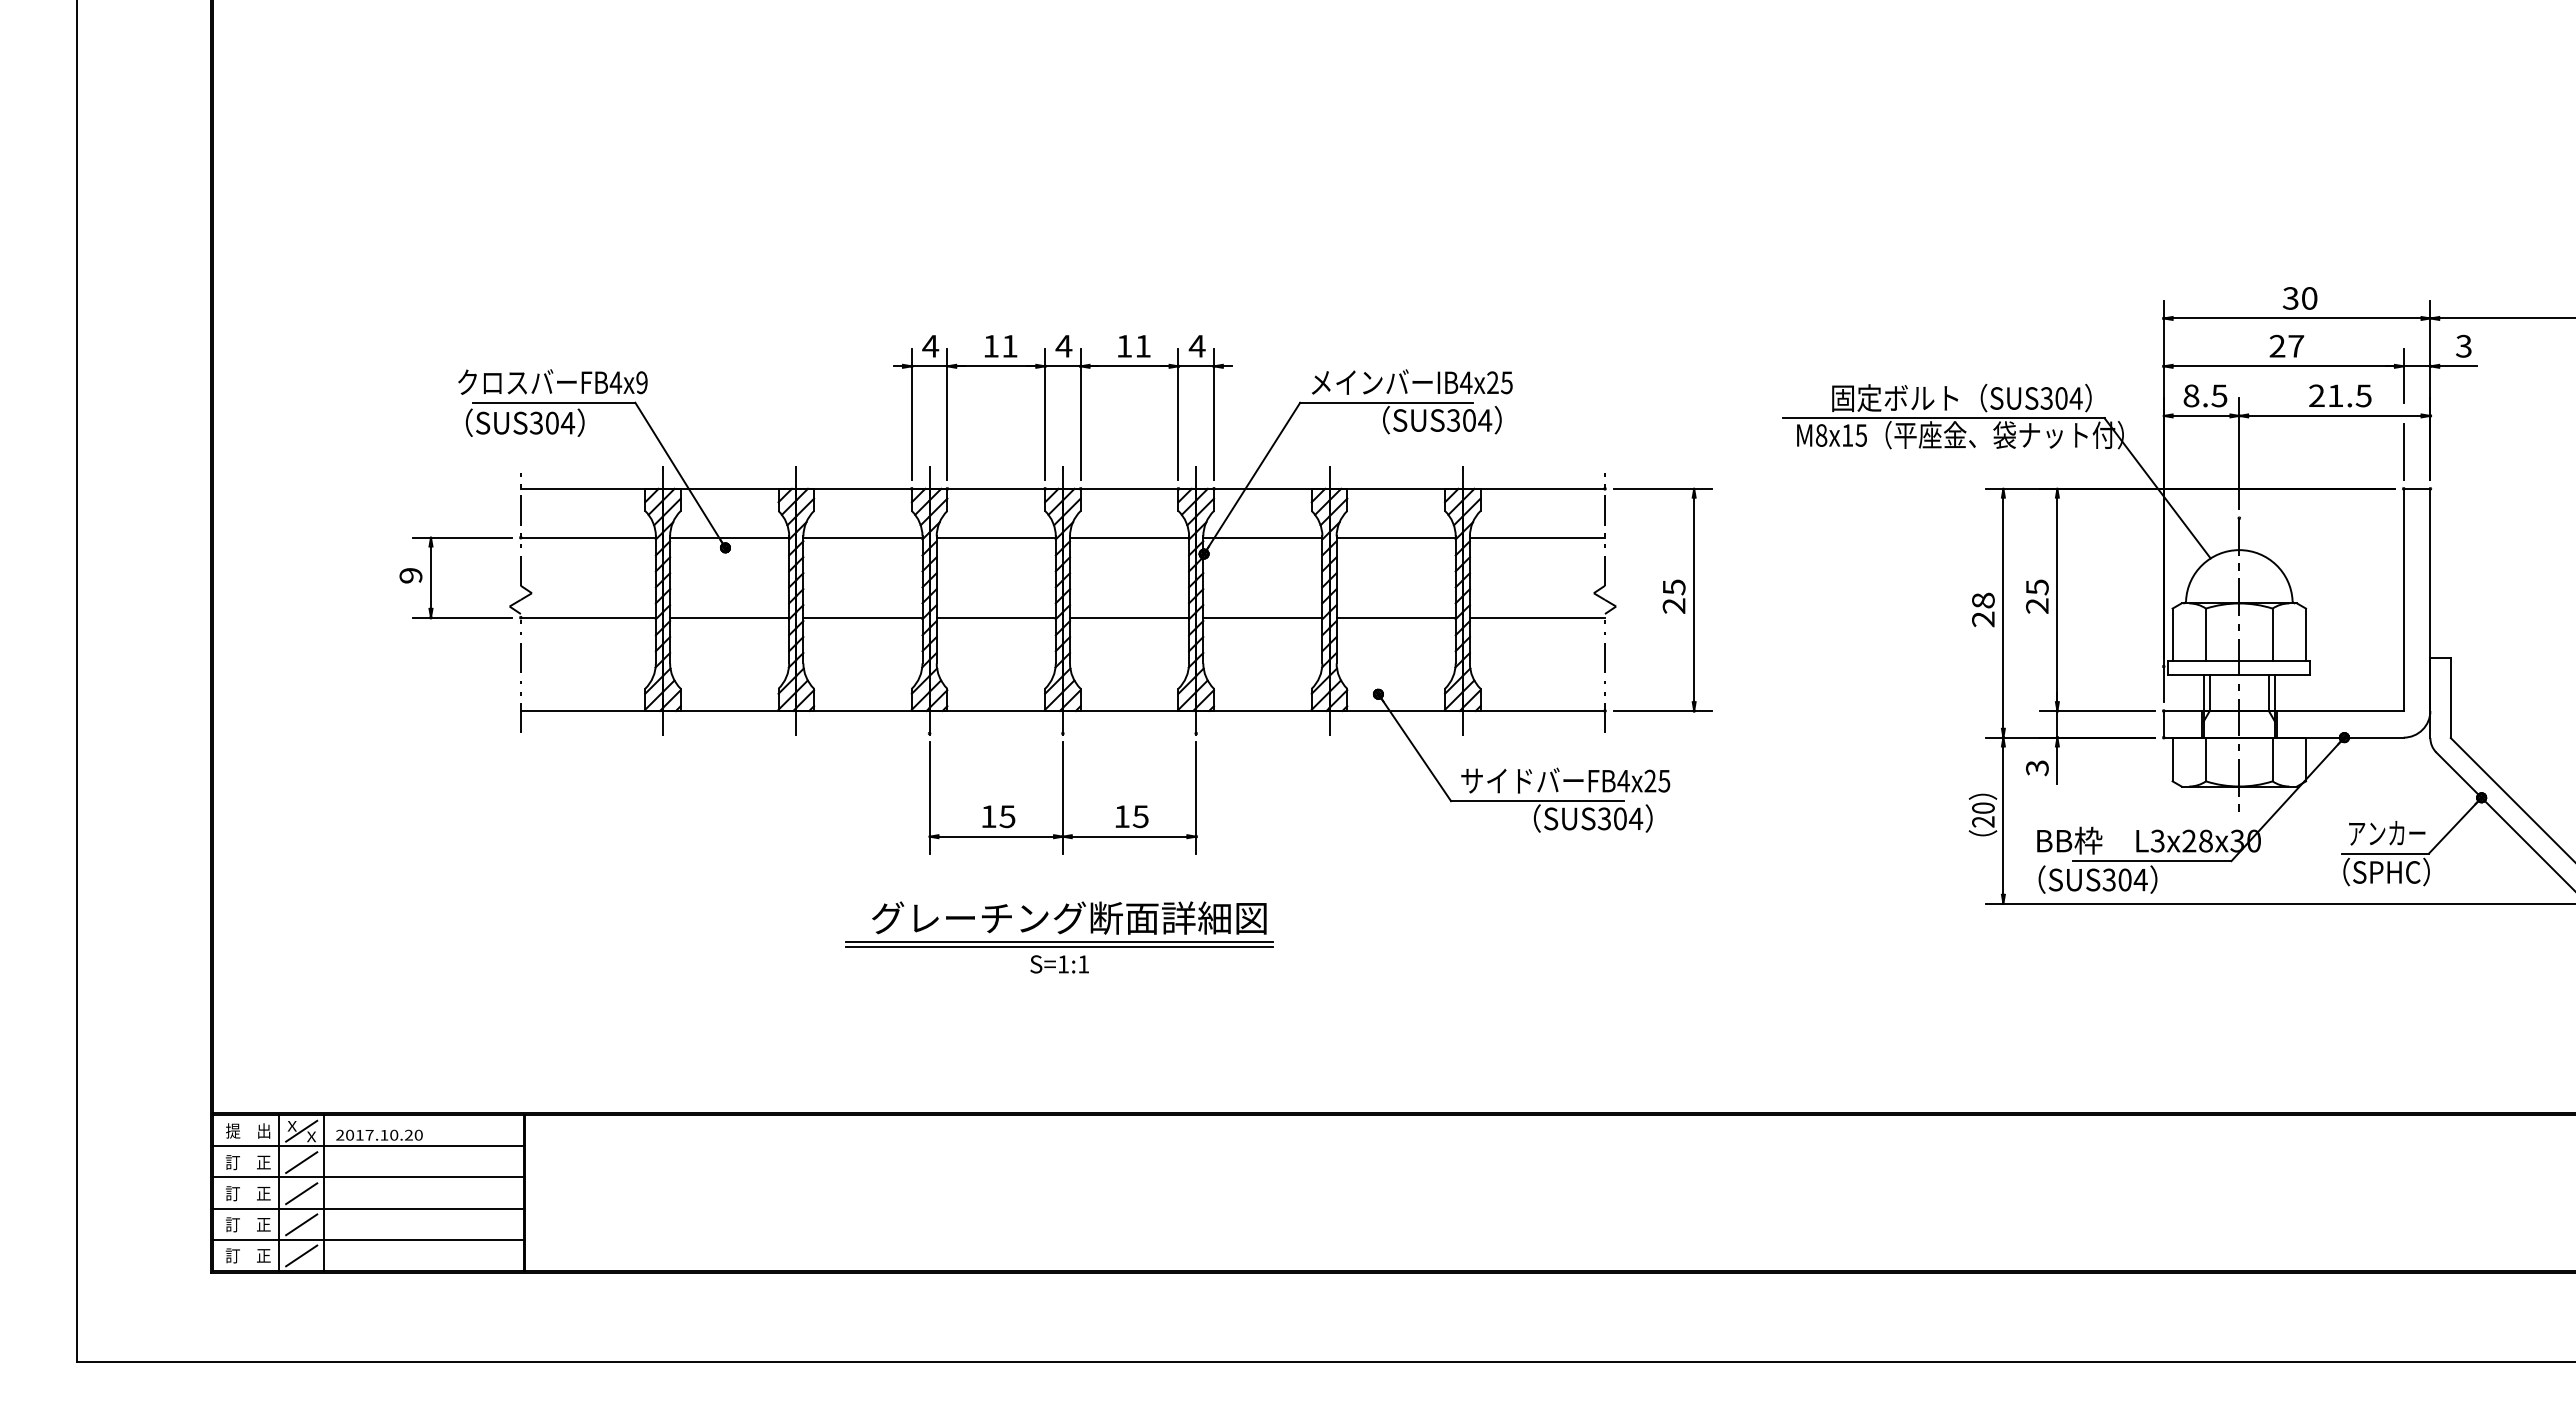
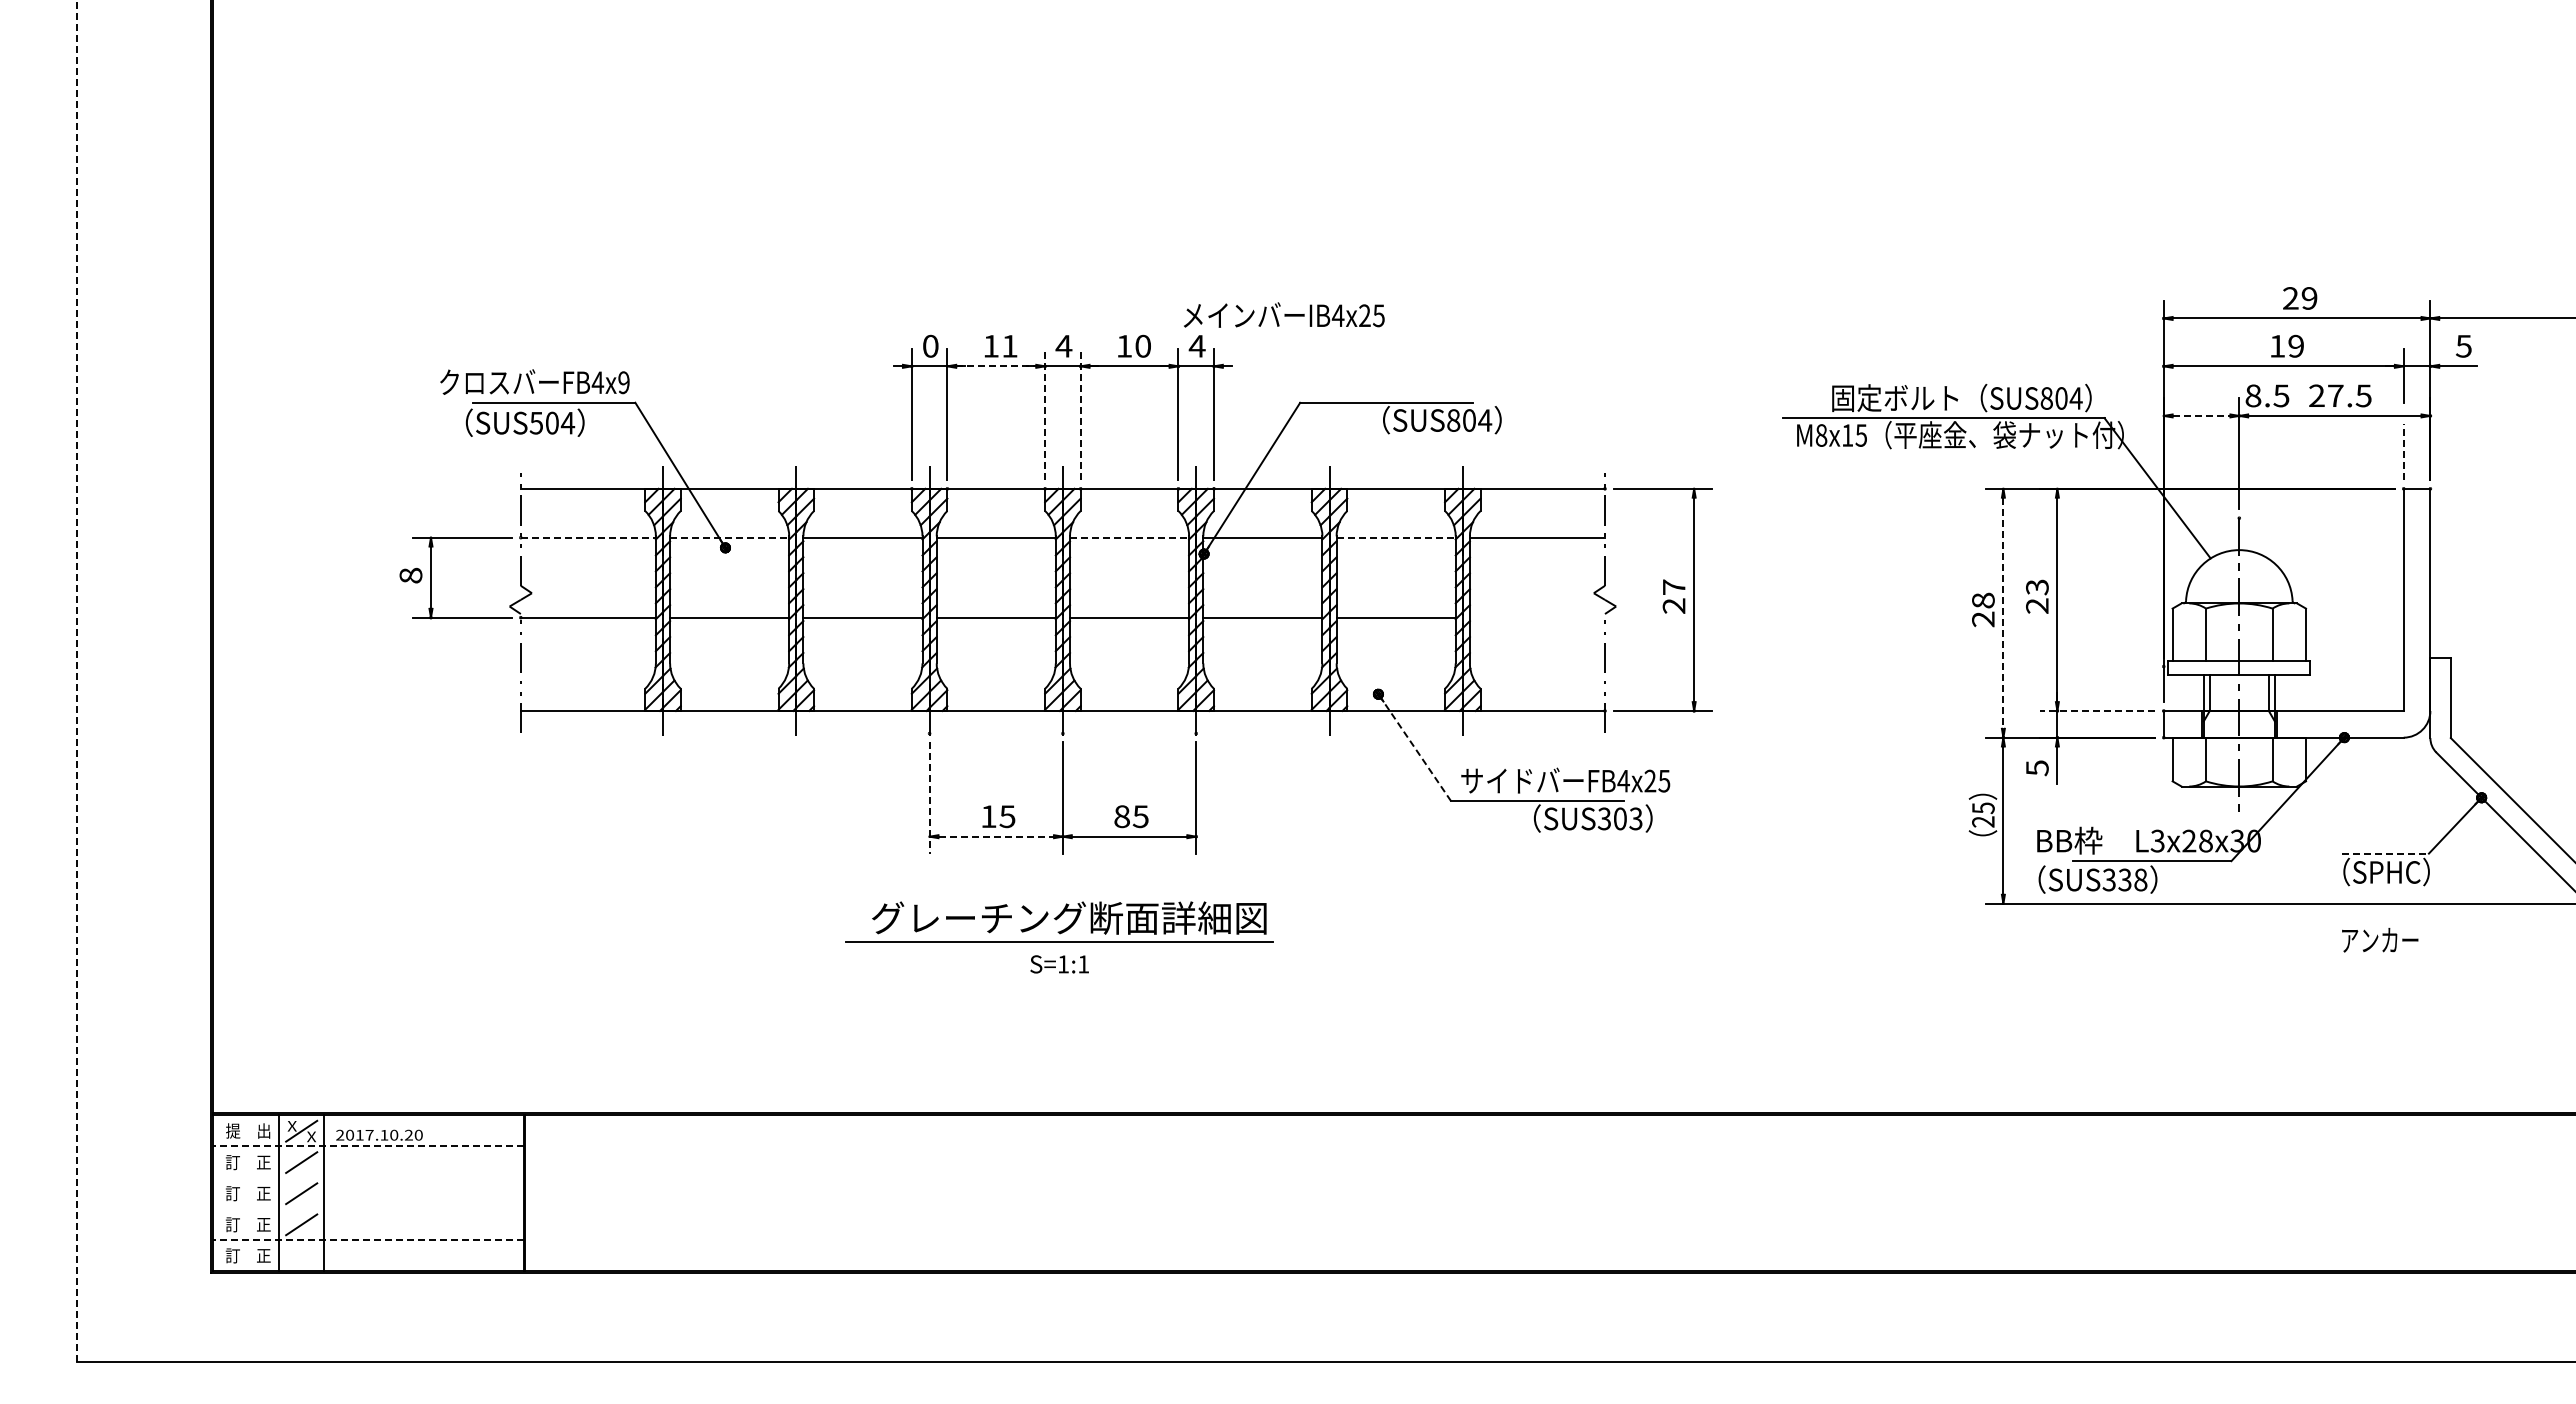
text at (2299, 298): 30 -> 29
text at (930, 345): 4 -> 0
text at (1142, 345): 11 -> 10
text at (2286, 345): 27 -> 19
text at (2463, 345): 3 -> 5
line at (996, 366): solid -> dashed
text at (552, 381) position: (552, 381) -> (534, 381)
text at (1412, 381) position: (1412, 381) -> (1284, 314)
text at (2205, 395) position: (2205, 395) -> (2267, 395)
text at (2335, 395): 21.5 -> 27.5
text at (2046, 398): SUS304 -> SUS804
line at (1045, 414): solid -> dashed
line at (1080, 414): solid -> dashed
line at (2201, 415): solid -> dashed
text at (1453, 420): SUS304 -> SUS804
text at (536, 422): SUS304 -> SUS504
line at (2403, 451): solid -> dashed
line at (588, 537): solid -> dashed
line at (729, 537): solid -> dashed
line at (1129, 537): solid -> dashed
line at (1396, 537): solid -> dashed
text at (410, 575): 9 -> 8
text at (2037, 586): 25 -> 23
text at (1674, 587): 25 -> 27
line at (2003, 613): solid -> dashed
line at (1537, 617): present -> none
line at (77, 681): solid -> dashed
line at (2097, 710): solid -> dashed
line at (1415, 748): solid -> dashed
text at (2037, 767): 3 -> 5
line at (929, 798): solid -> dashed
text at (1983, 808): 20 -> 25
text at (1121, 816): 15 -> 85
text at (1635, 818): SUS304 -> SUS303
text at (2387, 833) position: (2387, 833) -> (2380, 940)
line at (996, 836): solid -> dashed
line at (2385, 853): solid -> dashed
text at (2132, 879): SUS304 -> SUS338
line at (1058, 946): present -> none
line at (368, 1146): solid -> dashed
line at (367, 1177): present -> none
line at (367, 1208): present -> none
line at (368, 1239): solid -> dashed
line at (301, 1255): present -> none
